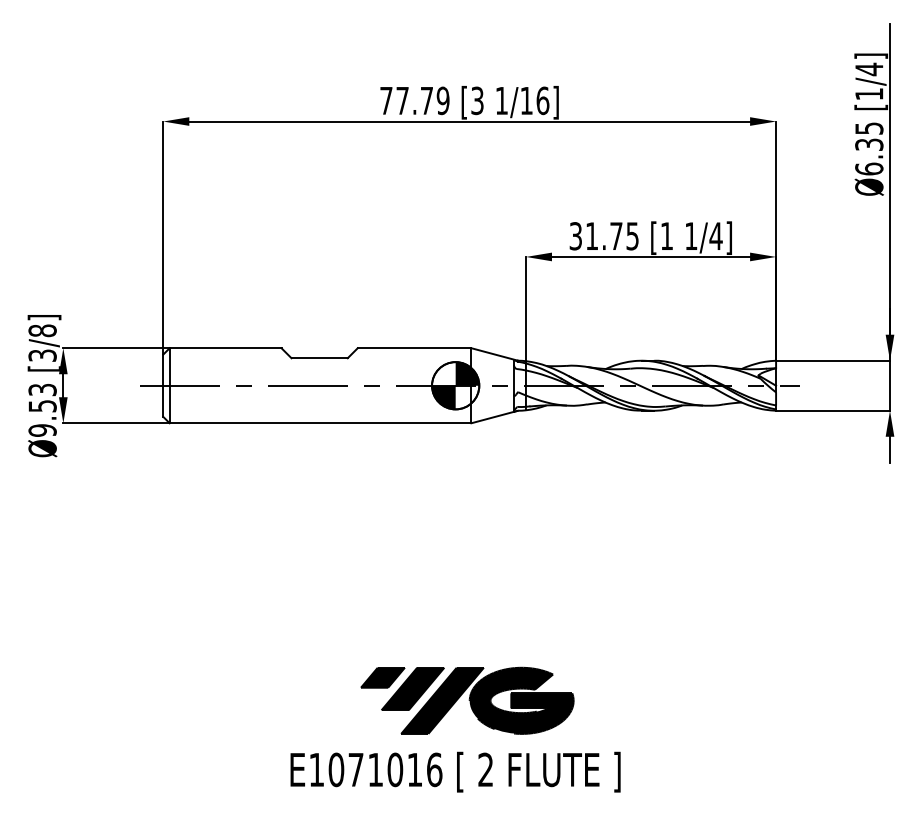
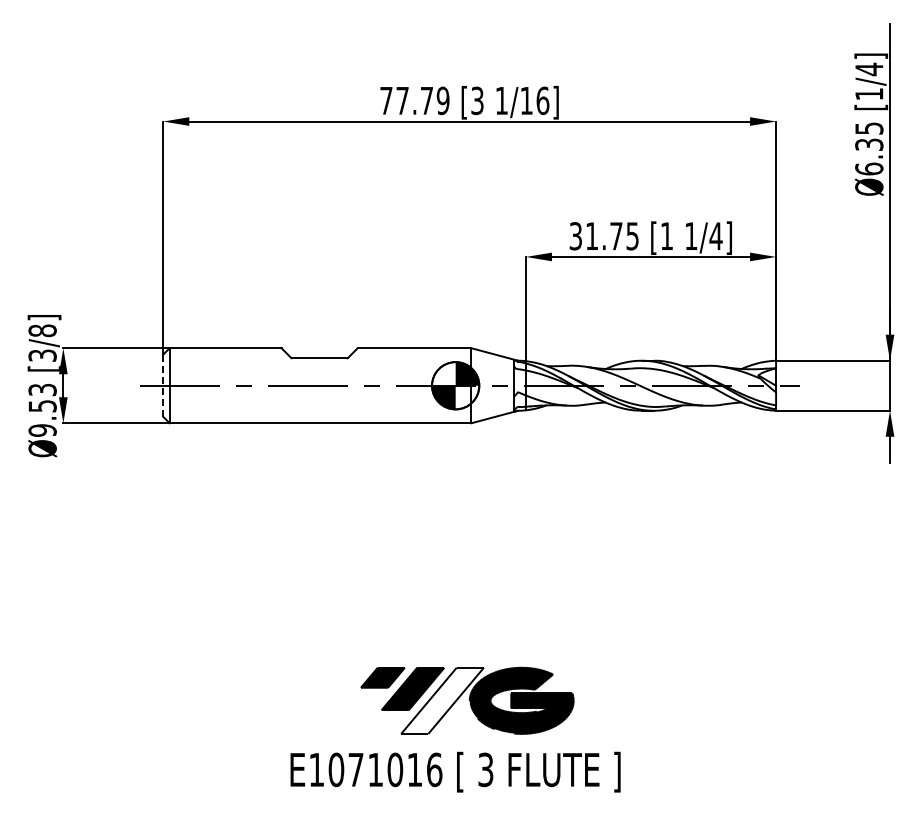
line at (163, 386): solid -> dashed
fill at (442, 700): present -> none
text at (485, 770): 2 -> 3
